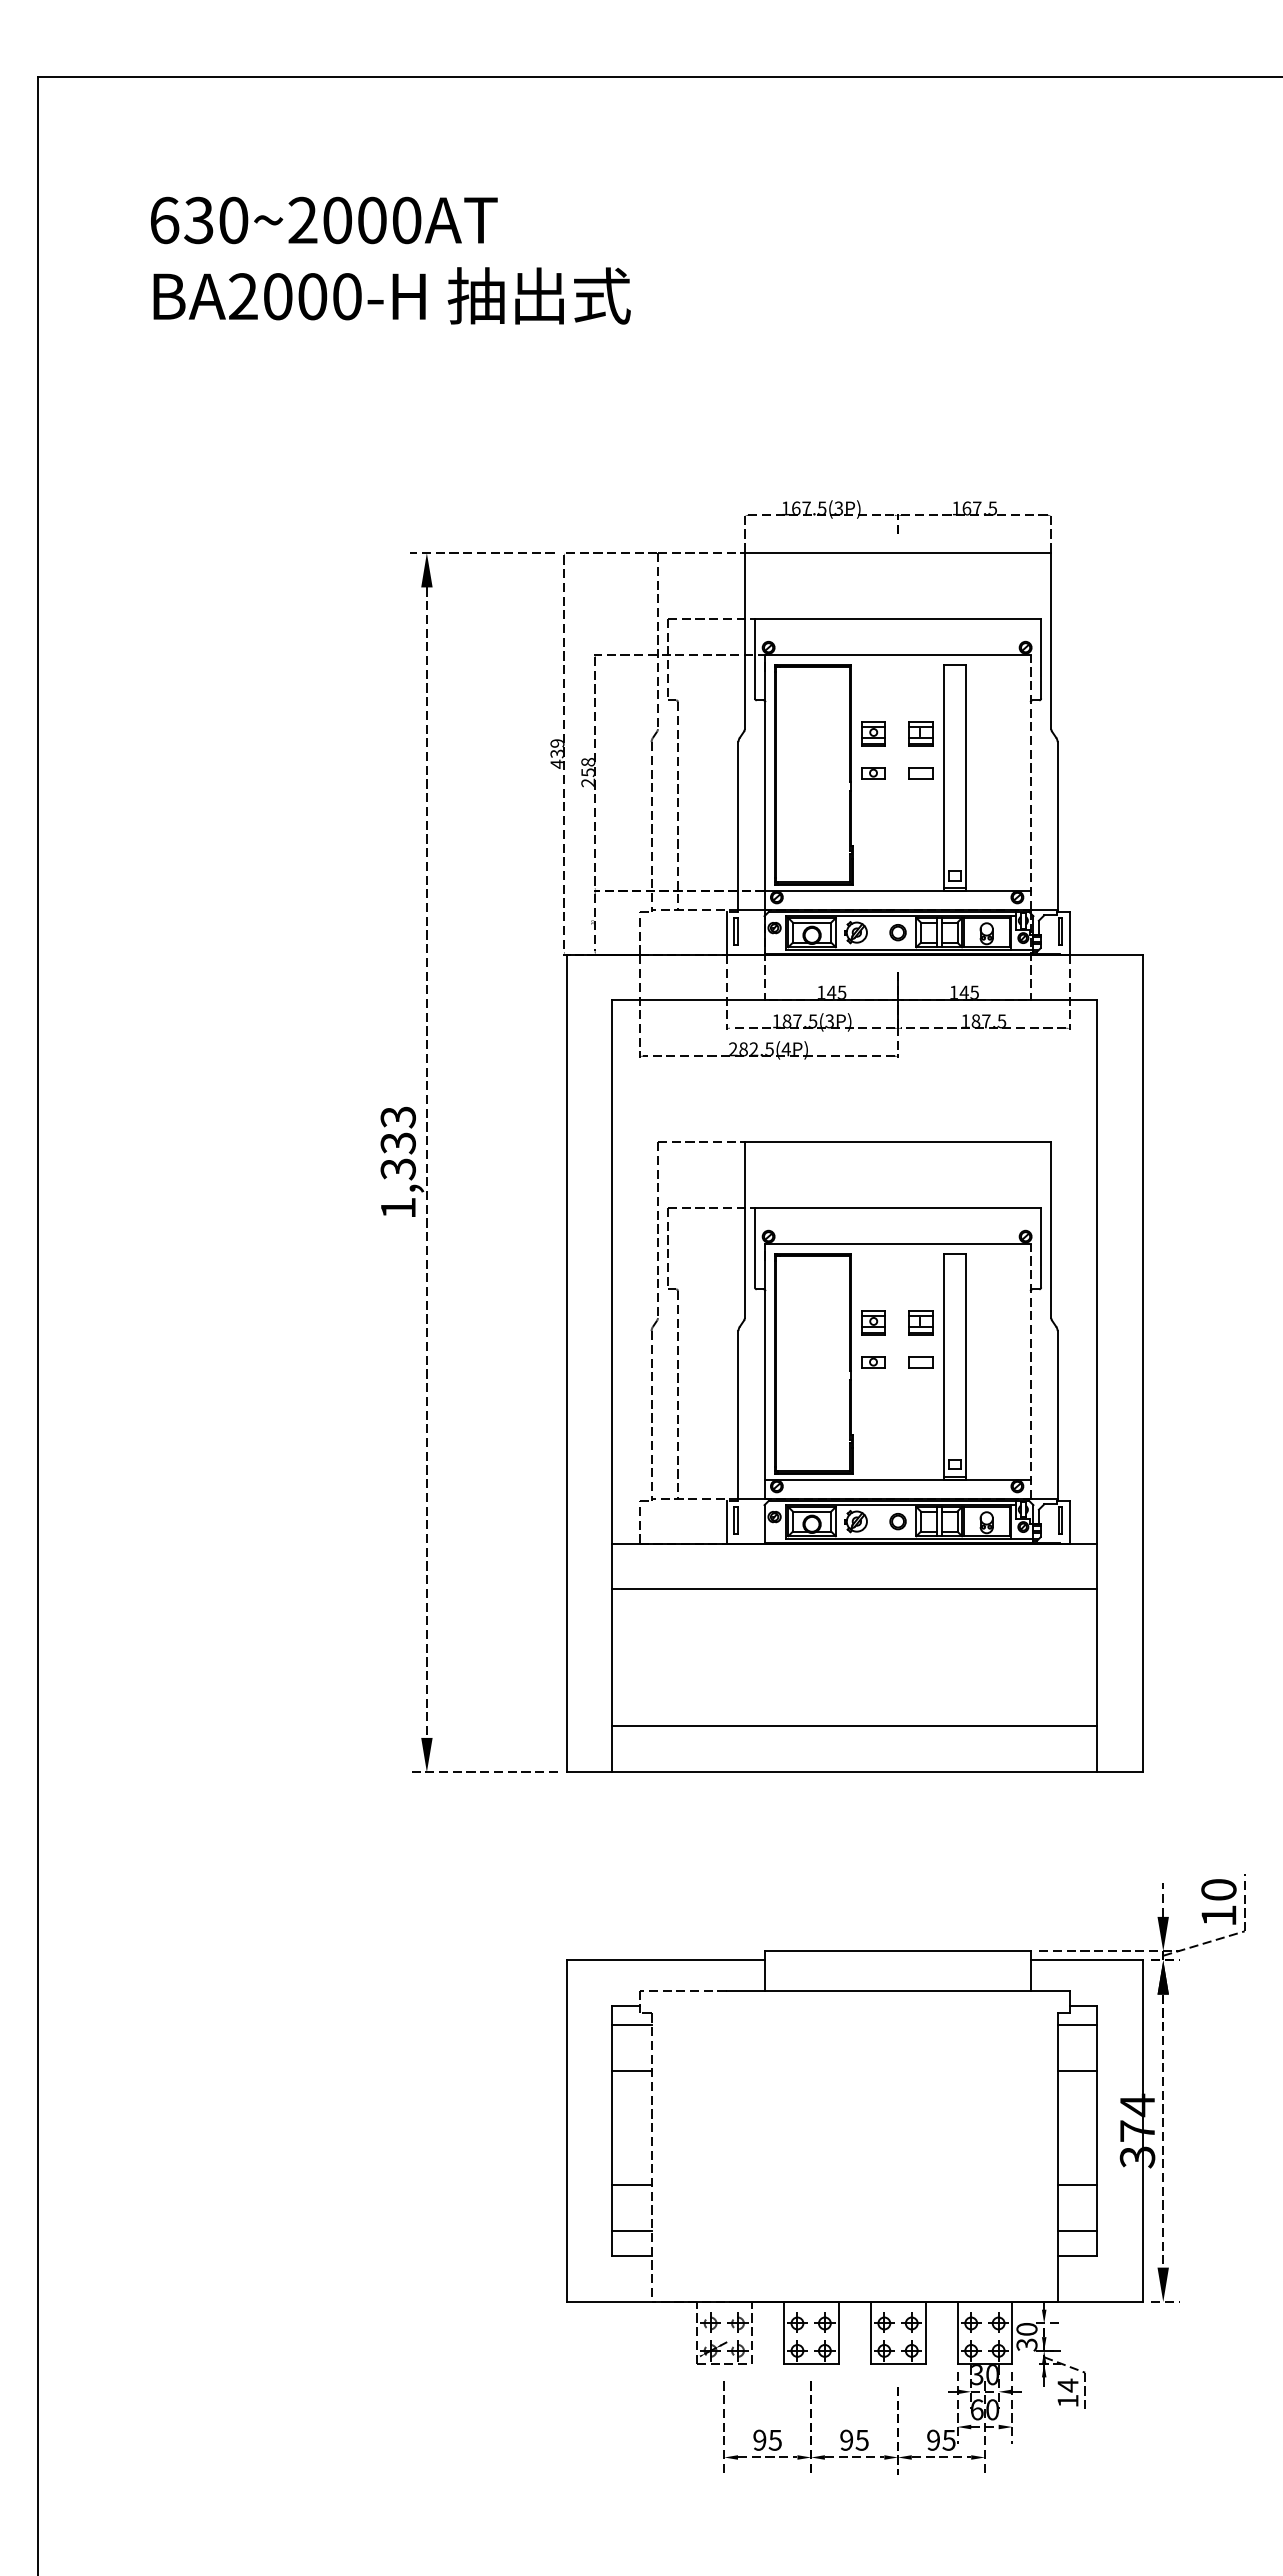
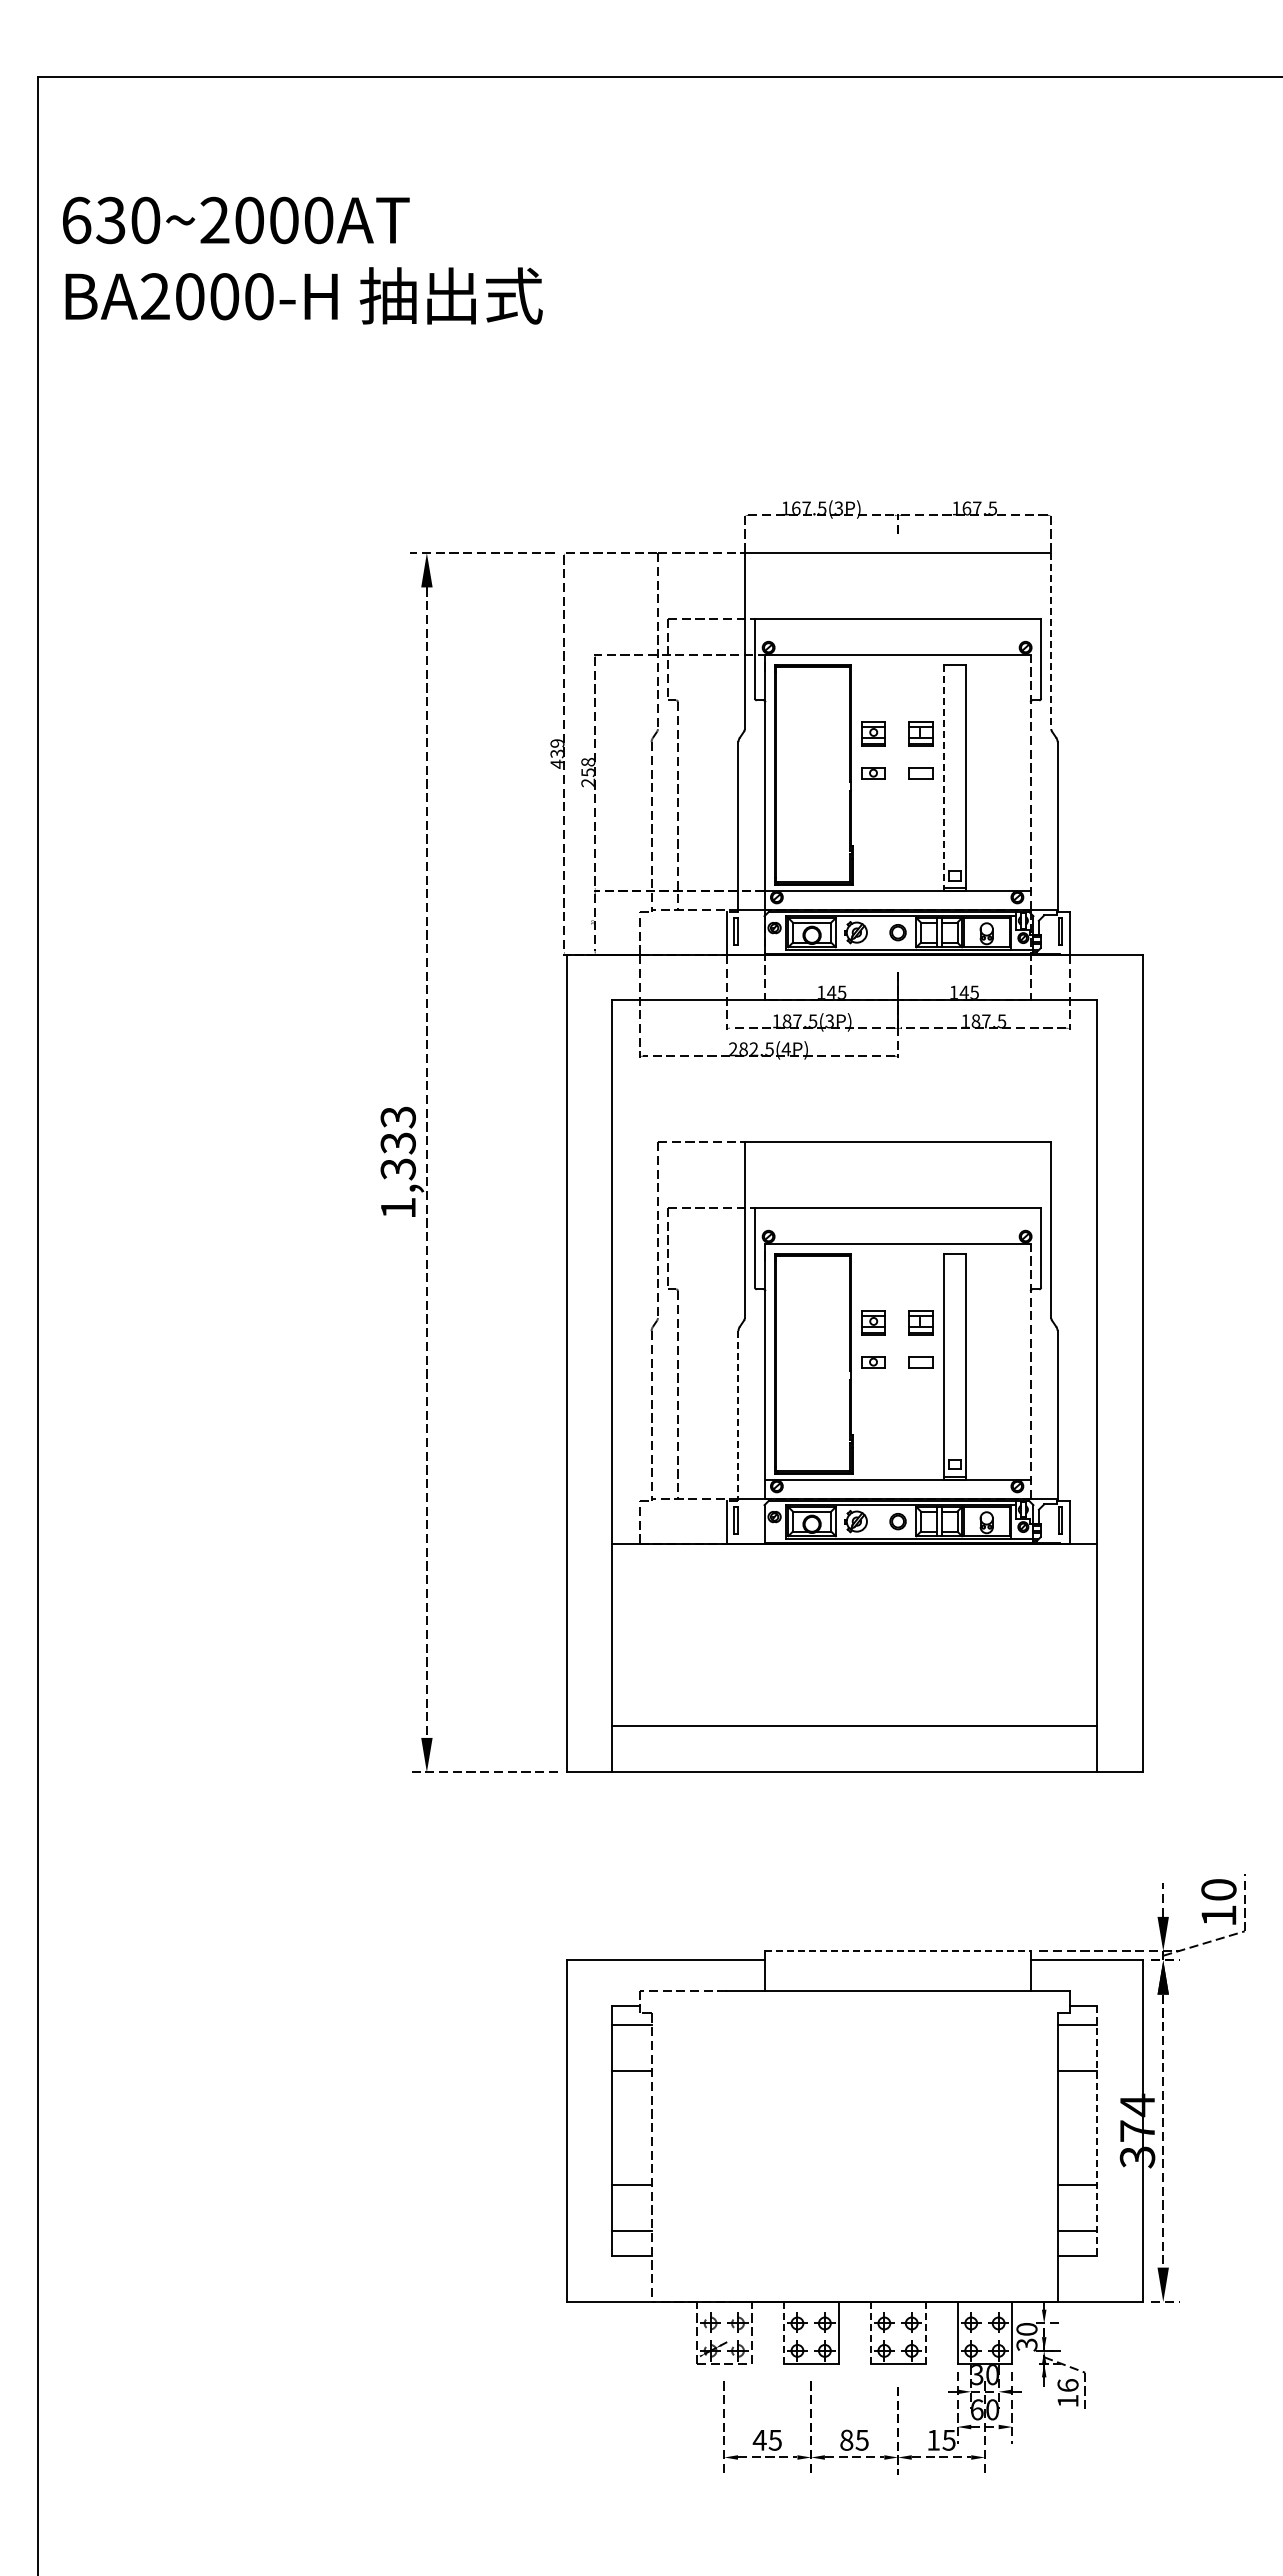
text at (390, 260) position: (390, 260) -> (302, 260)
line at (1051, 641): solid -> dashed
line at (943, 777): solid -> dashed
line at (738, 1415): solid -> dashed
line at (854, 1589): present -> none
line at (898, 1951): solid -> dashed
line at (1096, 2131): solid -> dashed
line at (783, 2332): solid -> dashed
line at (870, 2332): solid -> dashed
line at (925, 2332): solid -> dashed
text at (1067, 2385): 14 -> 16
text at (759, 2439): 95 -> 45
text at (846, 2439): 95 -> 85
text at (933, 2439): 95 -> 15
